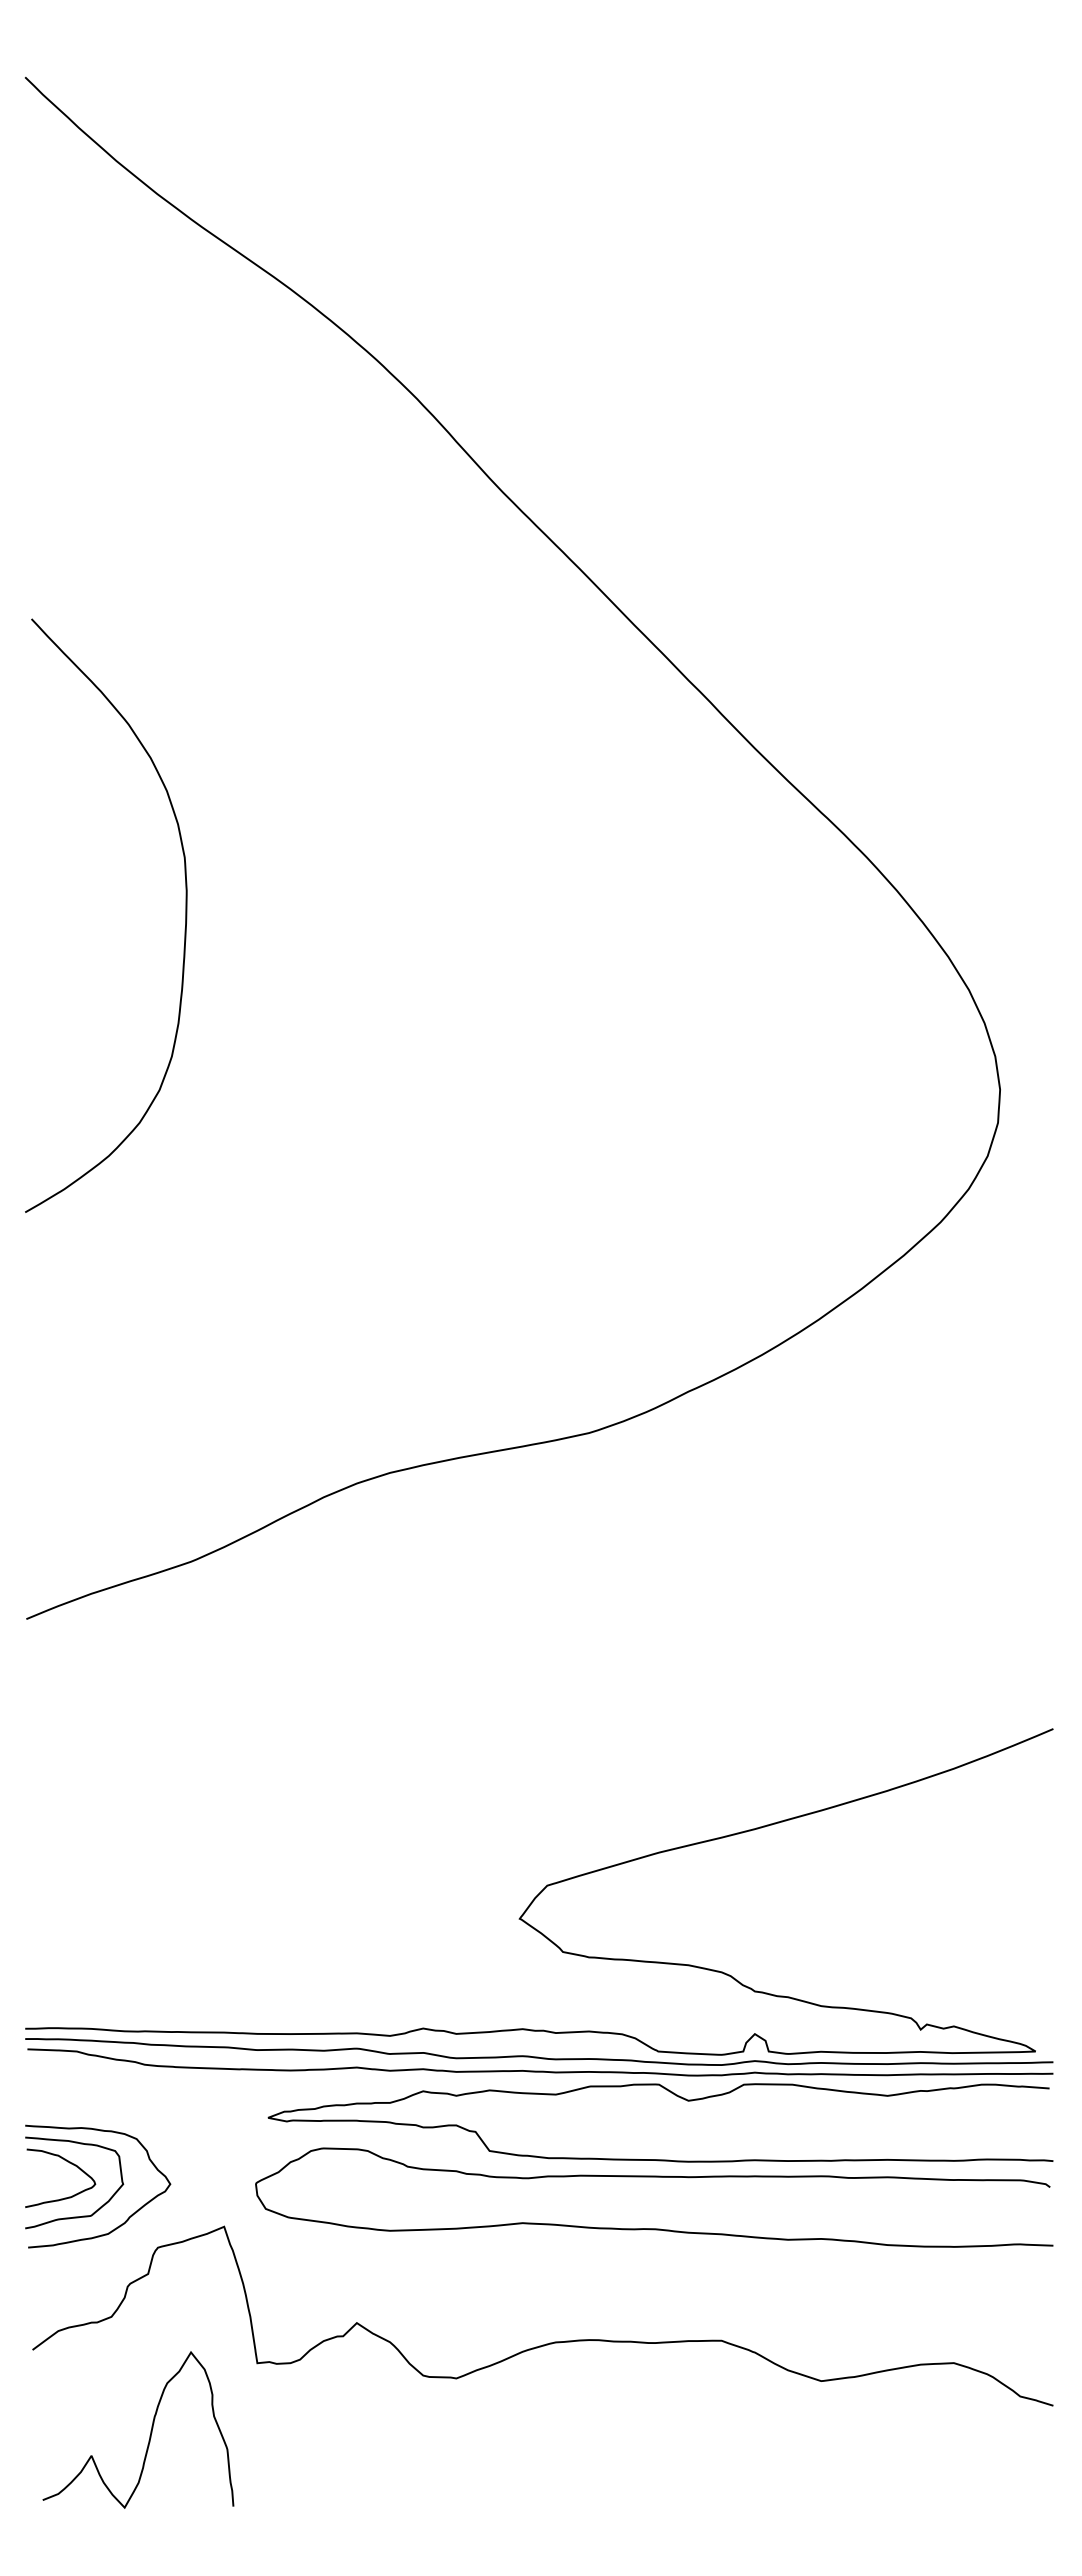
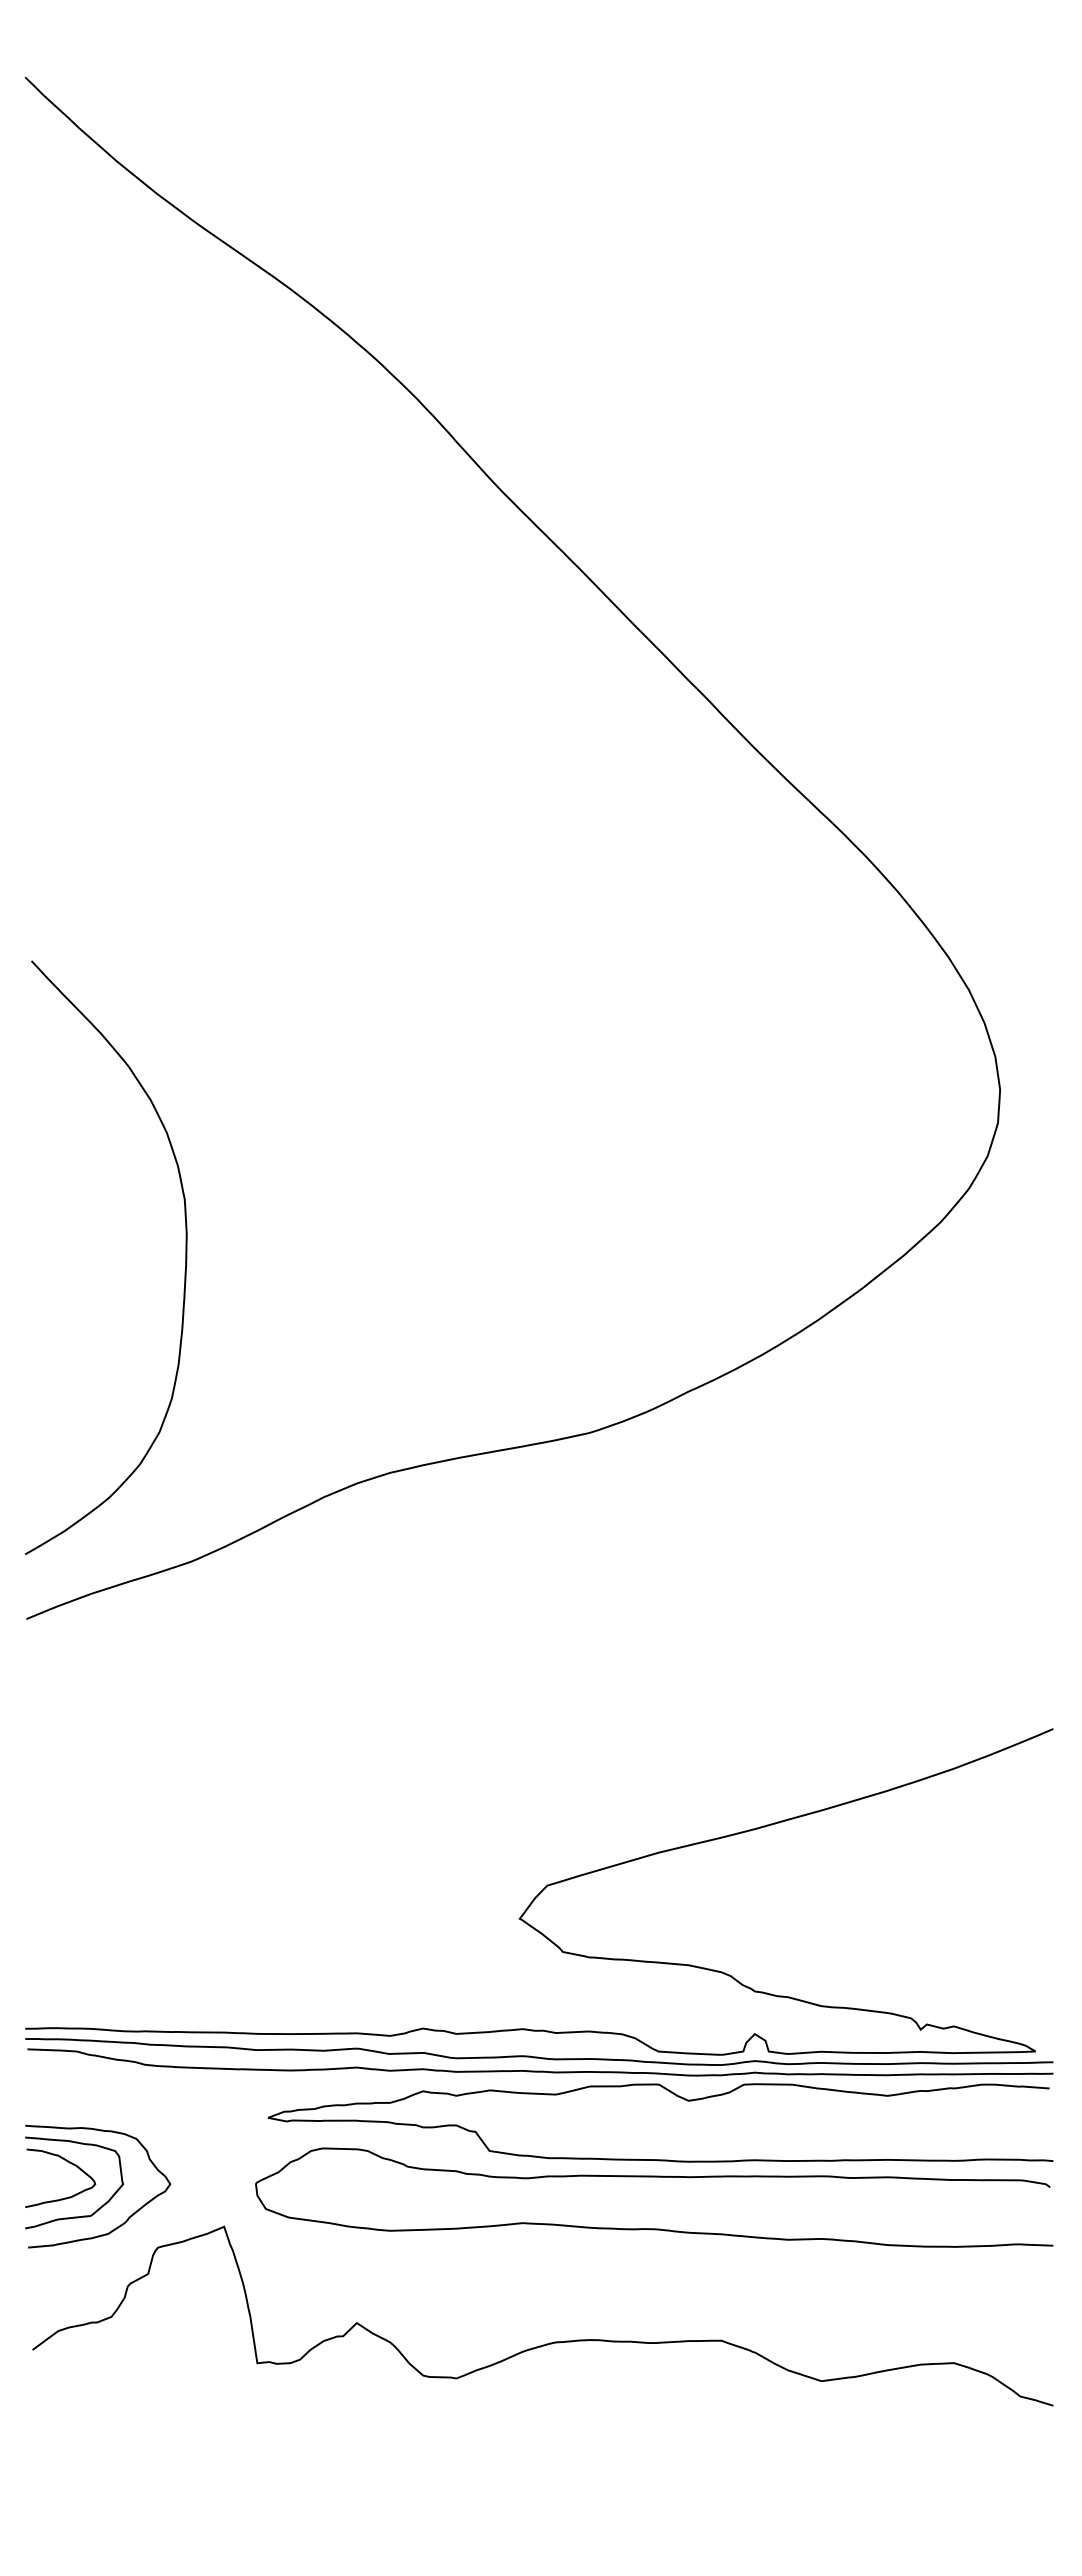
curve at (185, 915) position: (185, 915) -> (185, 1257)
curve at (150, 2430): present -> none
